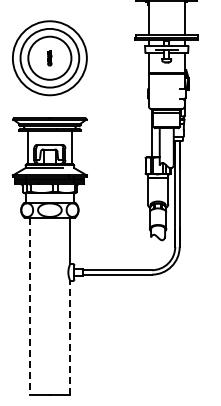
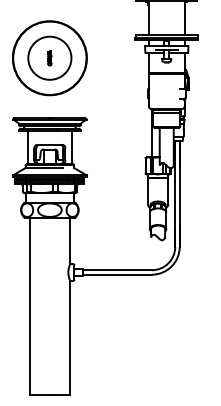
circle at (49, 57) diameter: 59 px -> 73 px
line at (29, 306): dashed -> solid
line at (70, 337): dashed -> solid
